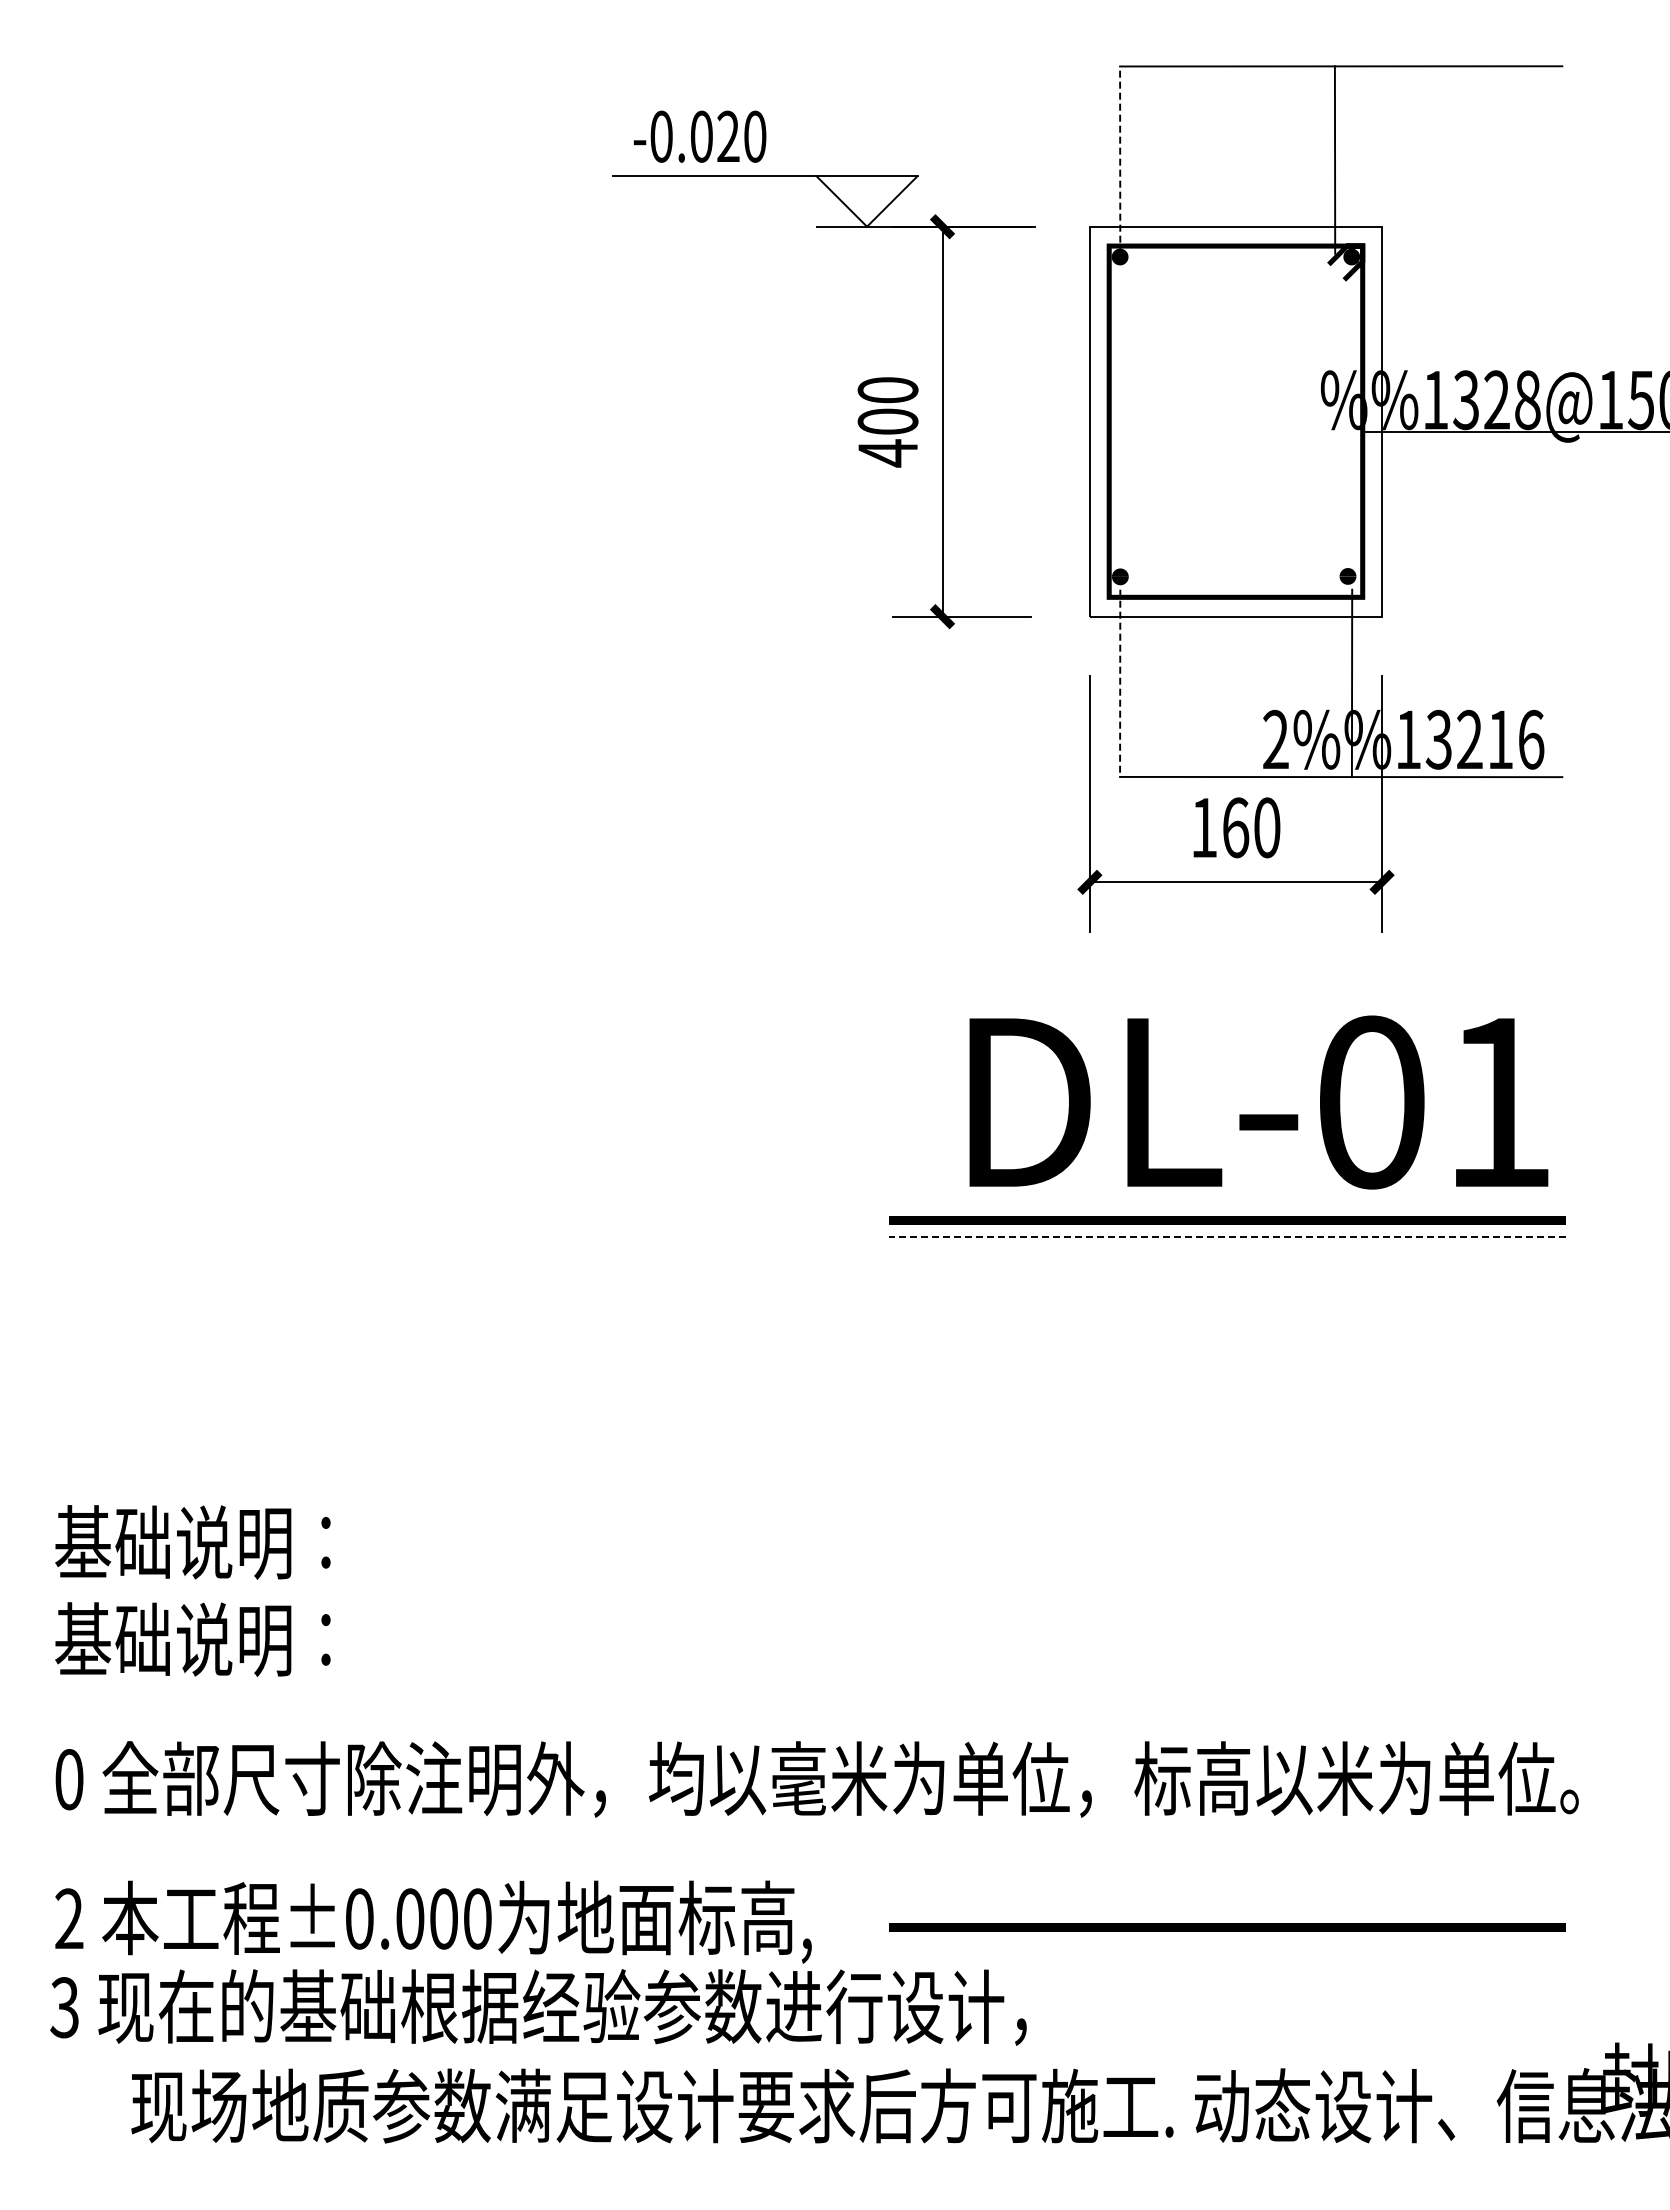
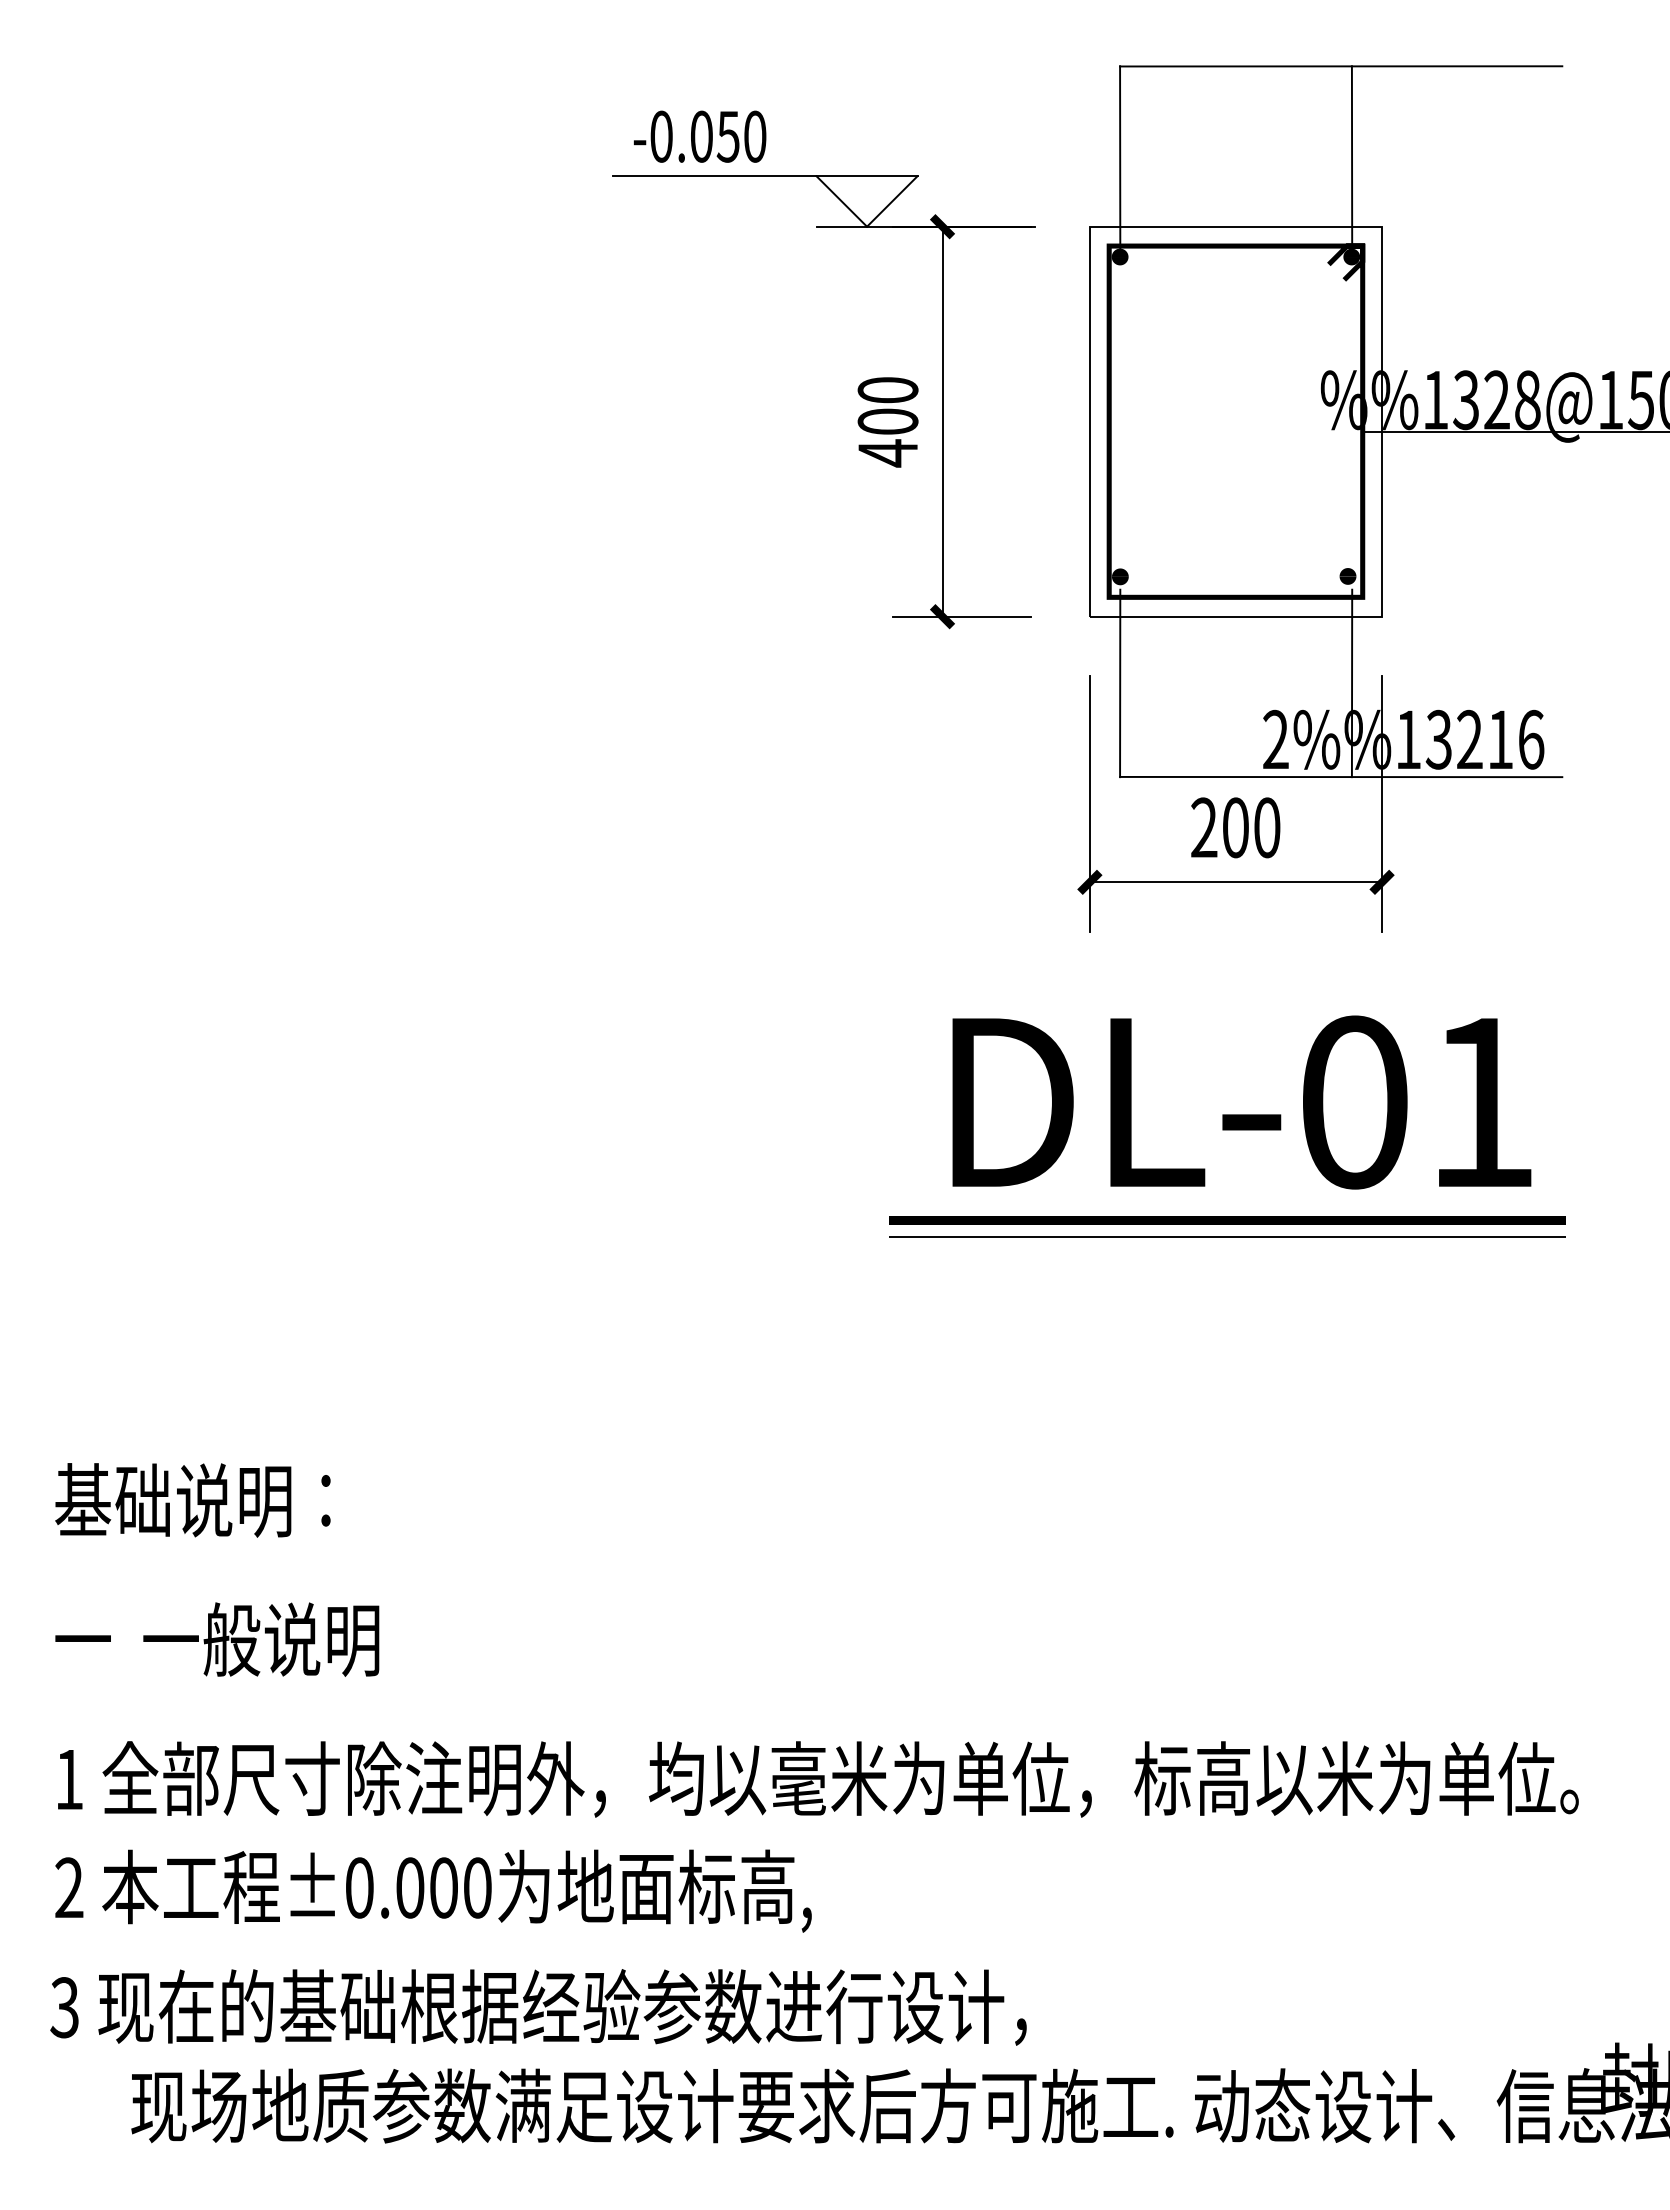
text at (727, 136): -0.020 -> -0.050
line at (1120, 159): dashed -> solid
line at (1334, 159) position: (1334, 159) -> (1351, 159)
line at (1120, 683): dashed -> solid
text at (1220, 827): 160 -> 200
text at (1258, 1102) position: (1258, 1102) -> (1241, 1102)
line at (1227, 1237): dashed -> solid
text at (192, 1542) position: (192, 1542) -> (192, 1500)
text at (217, 1639): 基础说明： -> 一  一般说明
text at (69, 1779): 0 -> 1
text at (433, 1921) position: (433, 1921) -> (433, 1890)
line at (1227, 1927): present -> none
